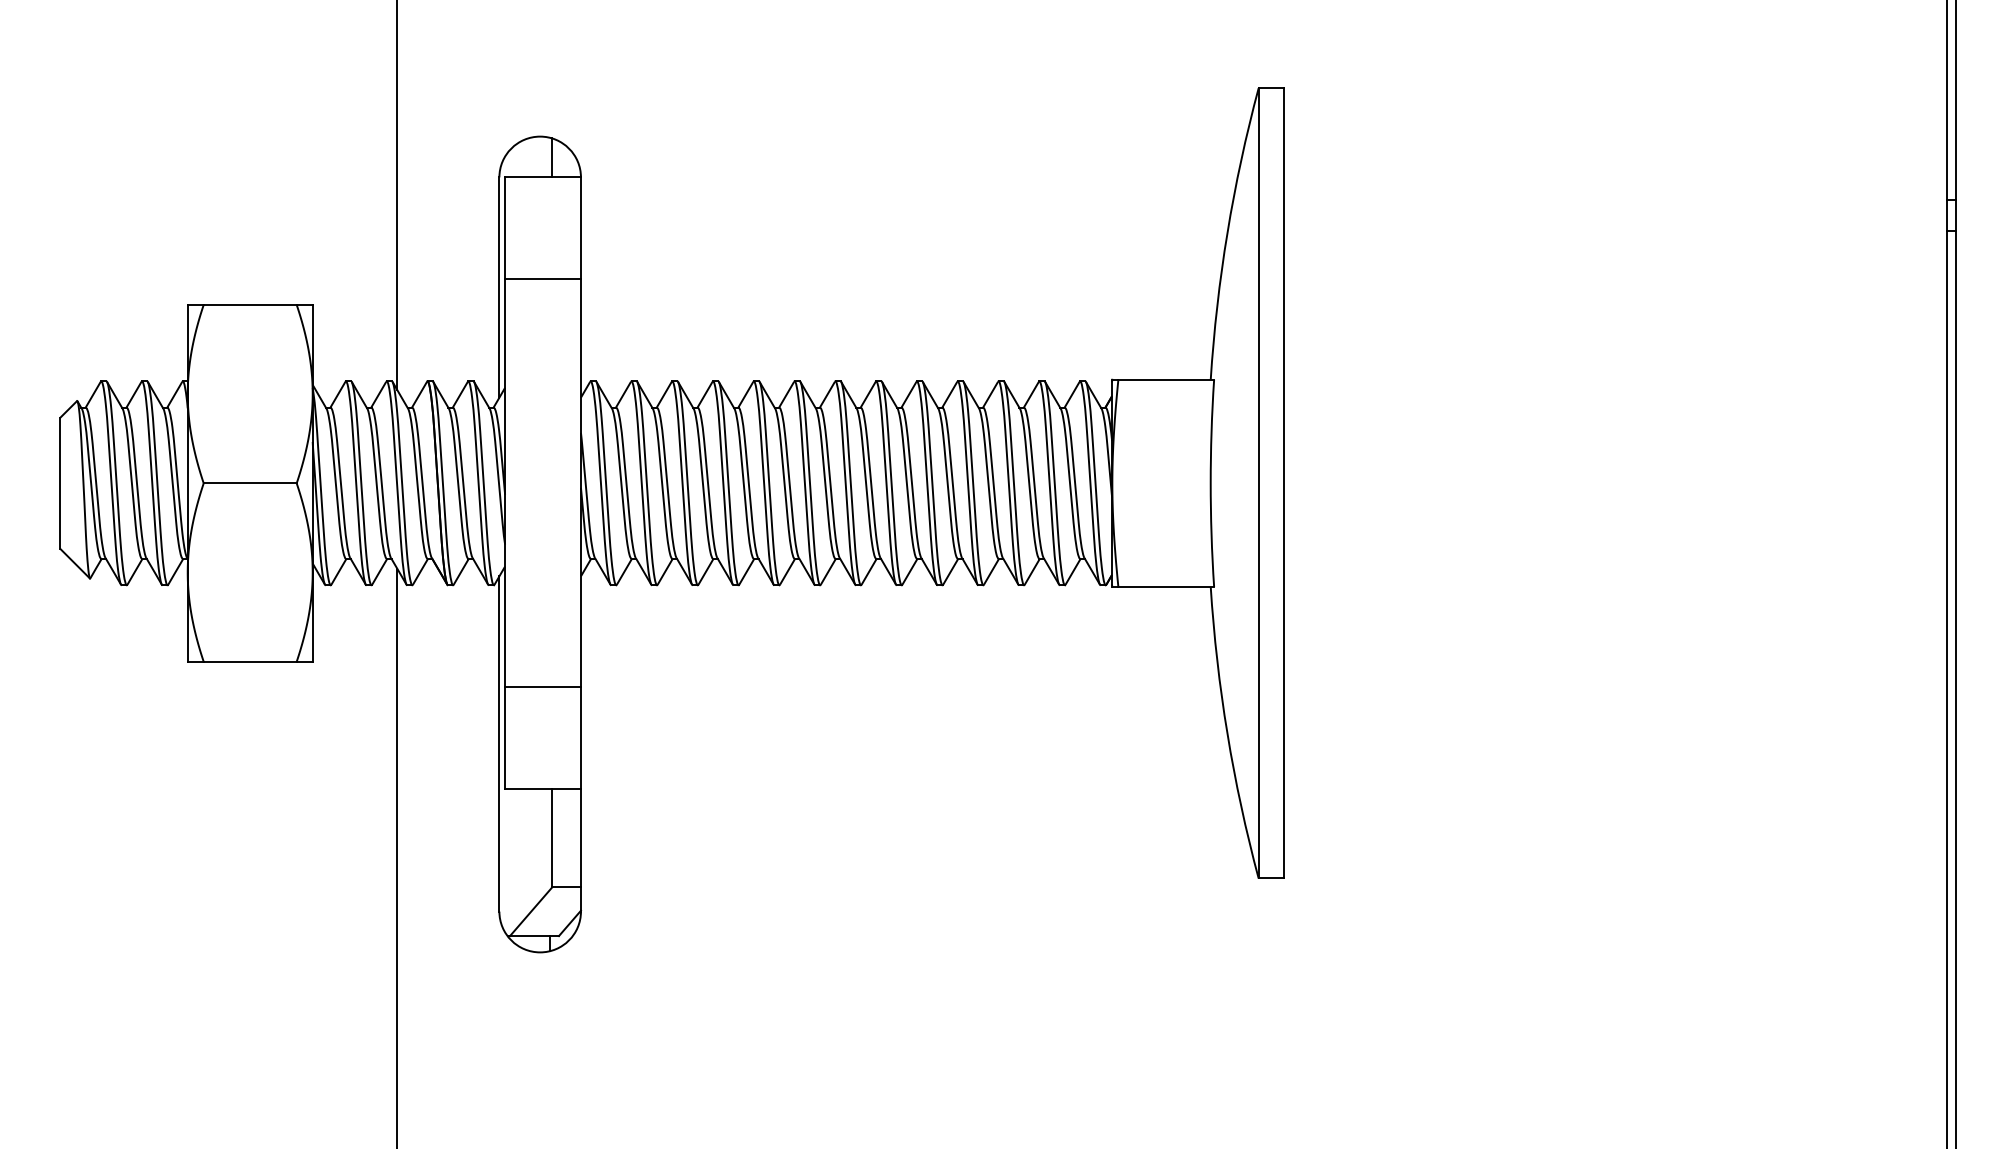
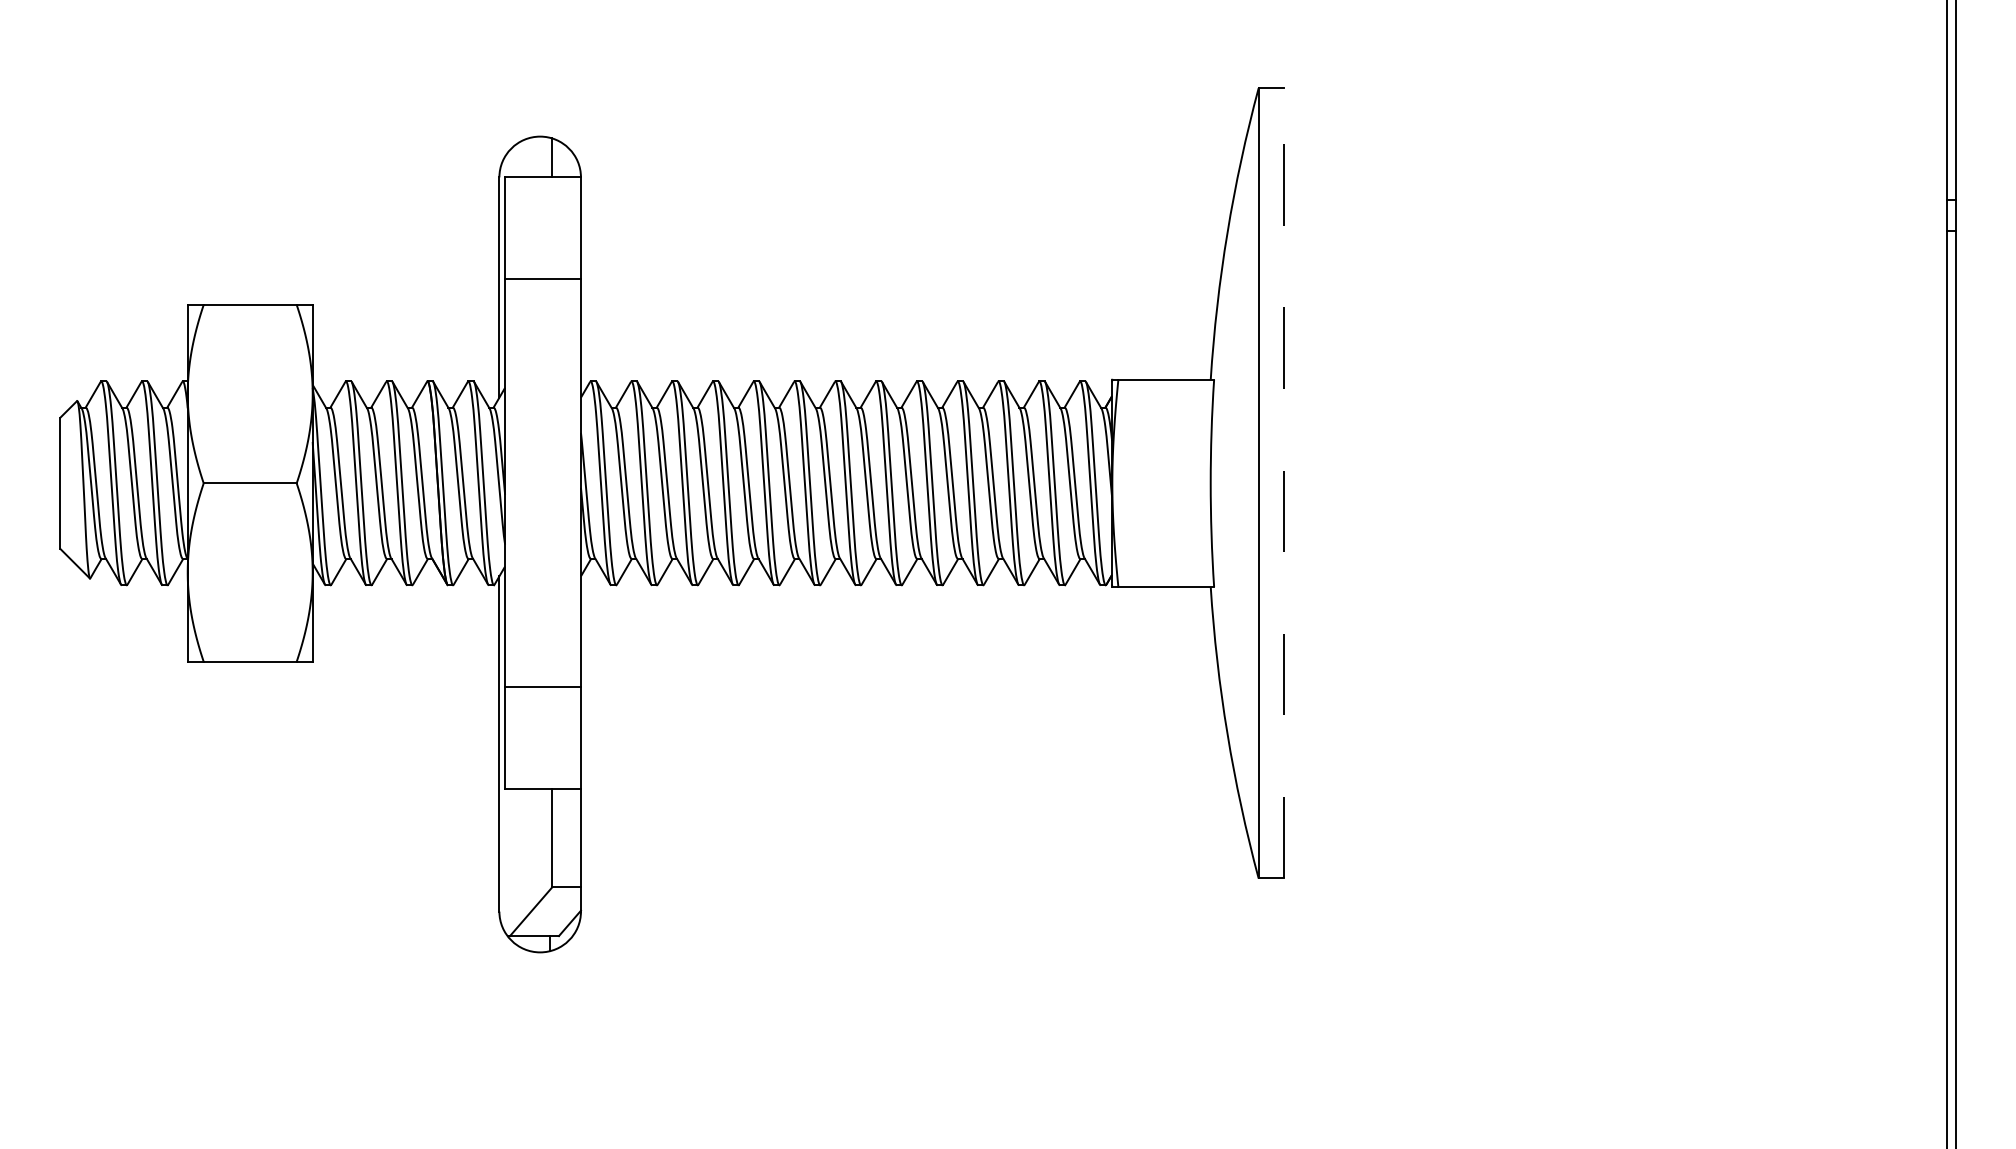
line at (397, 196): present -> none
line at (1284, 482): solid -> dashed
line at (397, 857): present -> none
